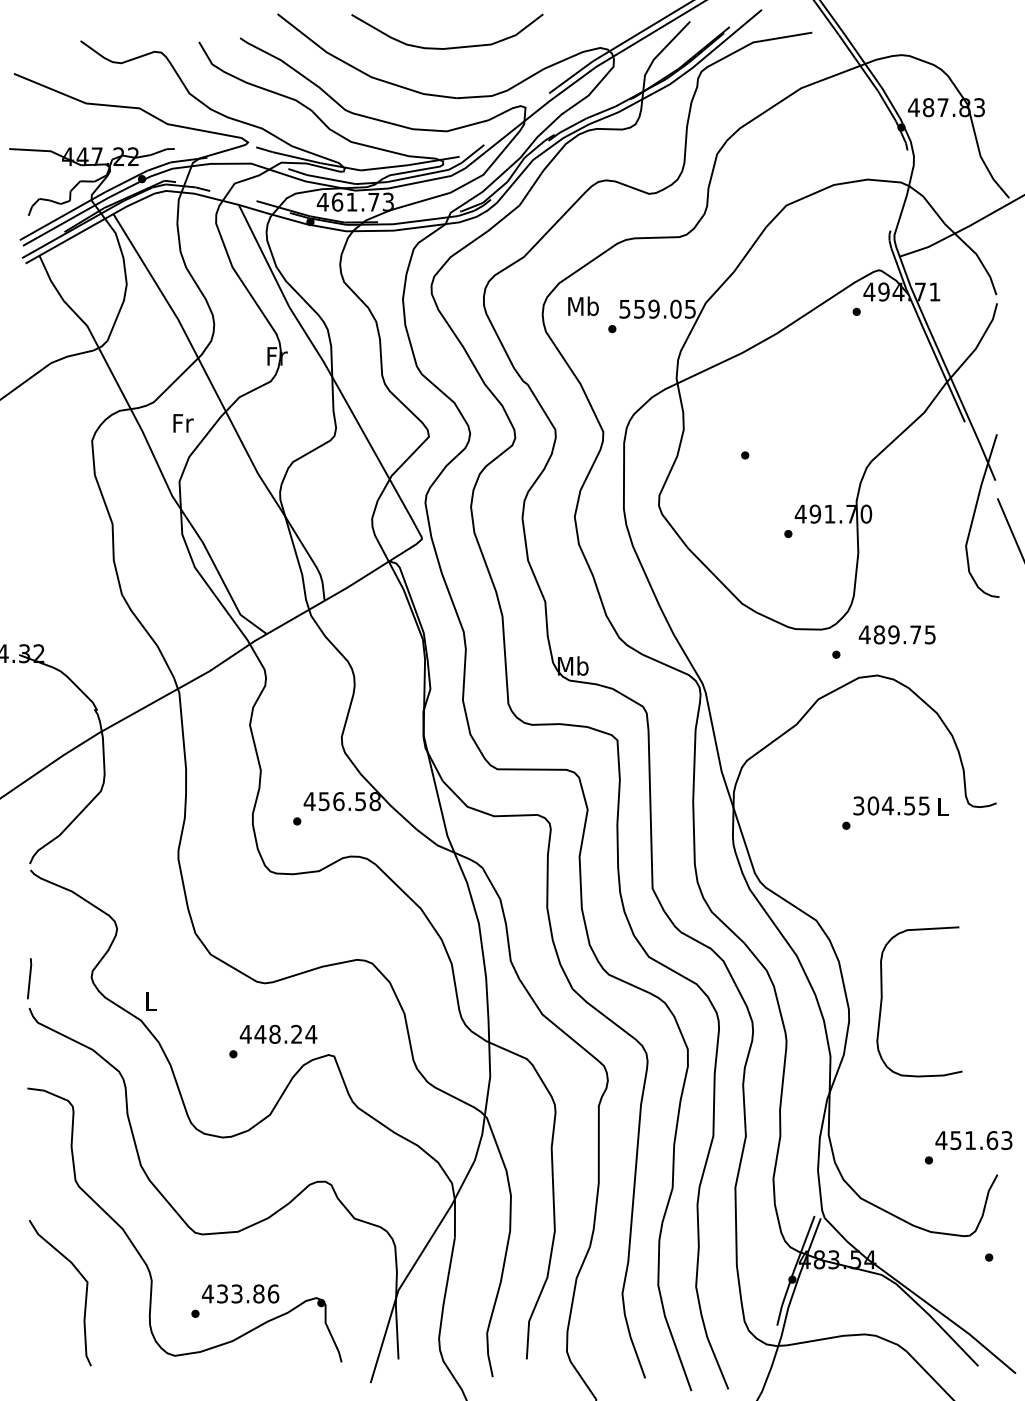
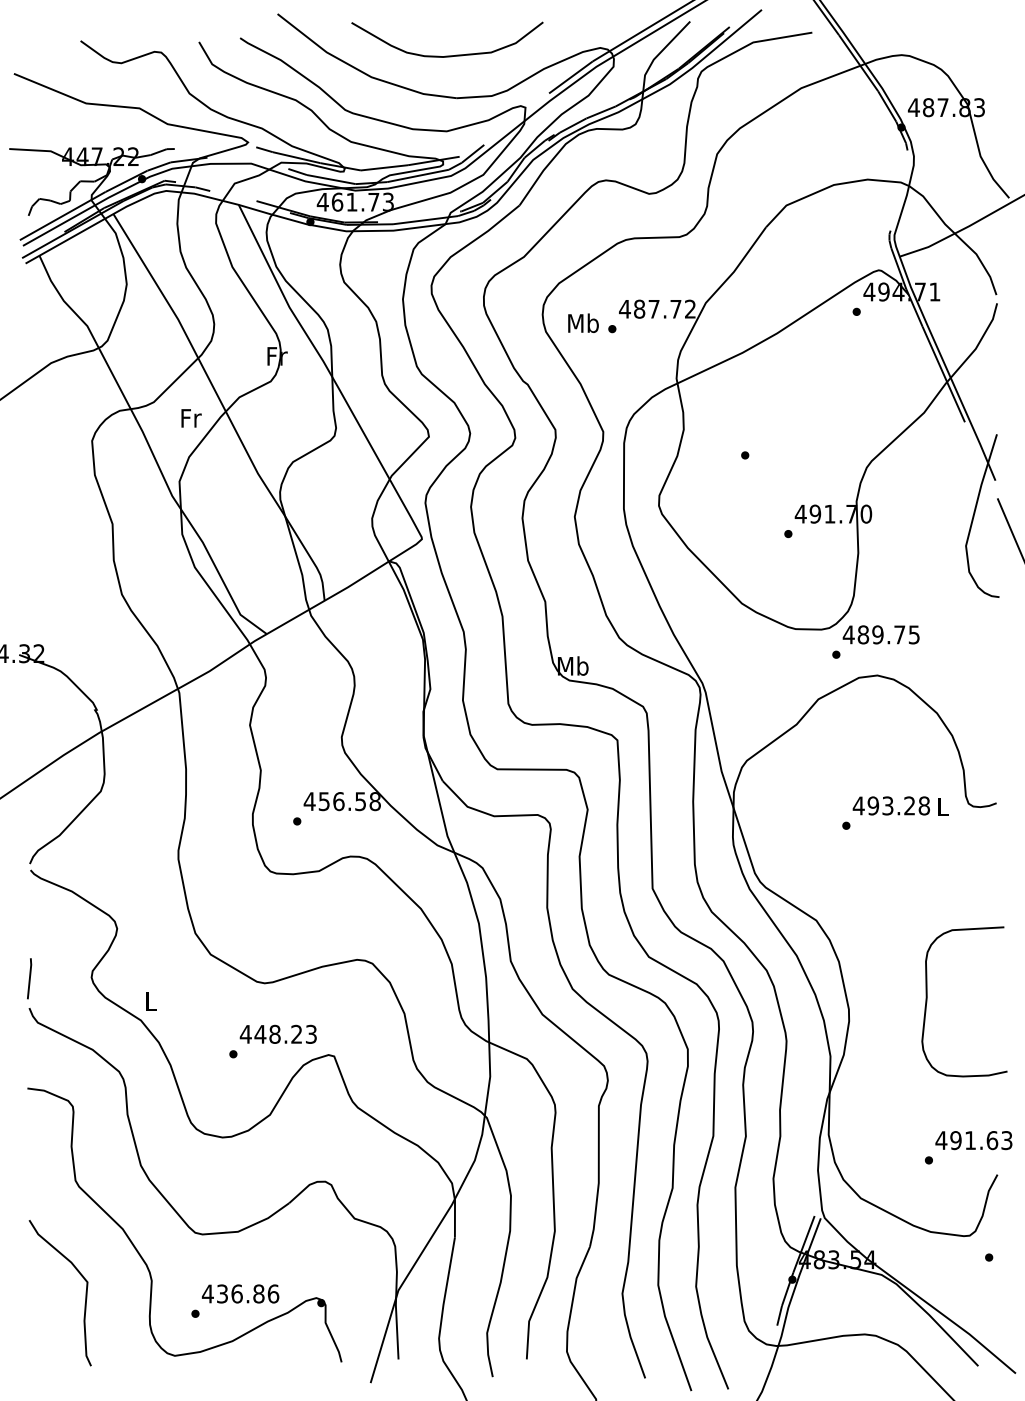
curve at (447, 47) position: (447, 47) -> (447, 55)
text at (583, 305) position: (583, 305) -> (583, 322)
text at (657, 308): 559.05 -> 487.72
text at (183, 423) position: (183, 423) -> (191, 418)
text at (896, 634) position: (896, 634) -> (880, 634)
text at (890, 805): 304.55 -> 493.28
curve at (882, 1001) position: (882, 1001) -> (927, 1001)
text at (311, 1033): 448.24 -> 448.23
text at (955, 1140): 451.63 -> 491.63
text at (236, 1293): 433.86 -> 436.86
